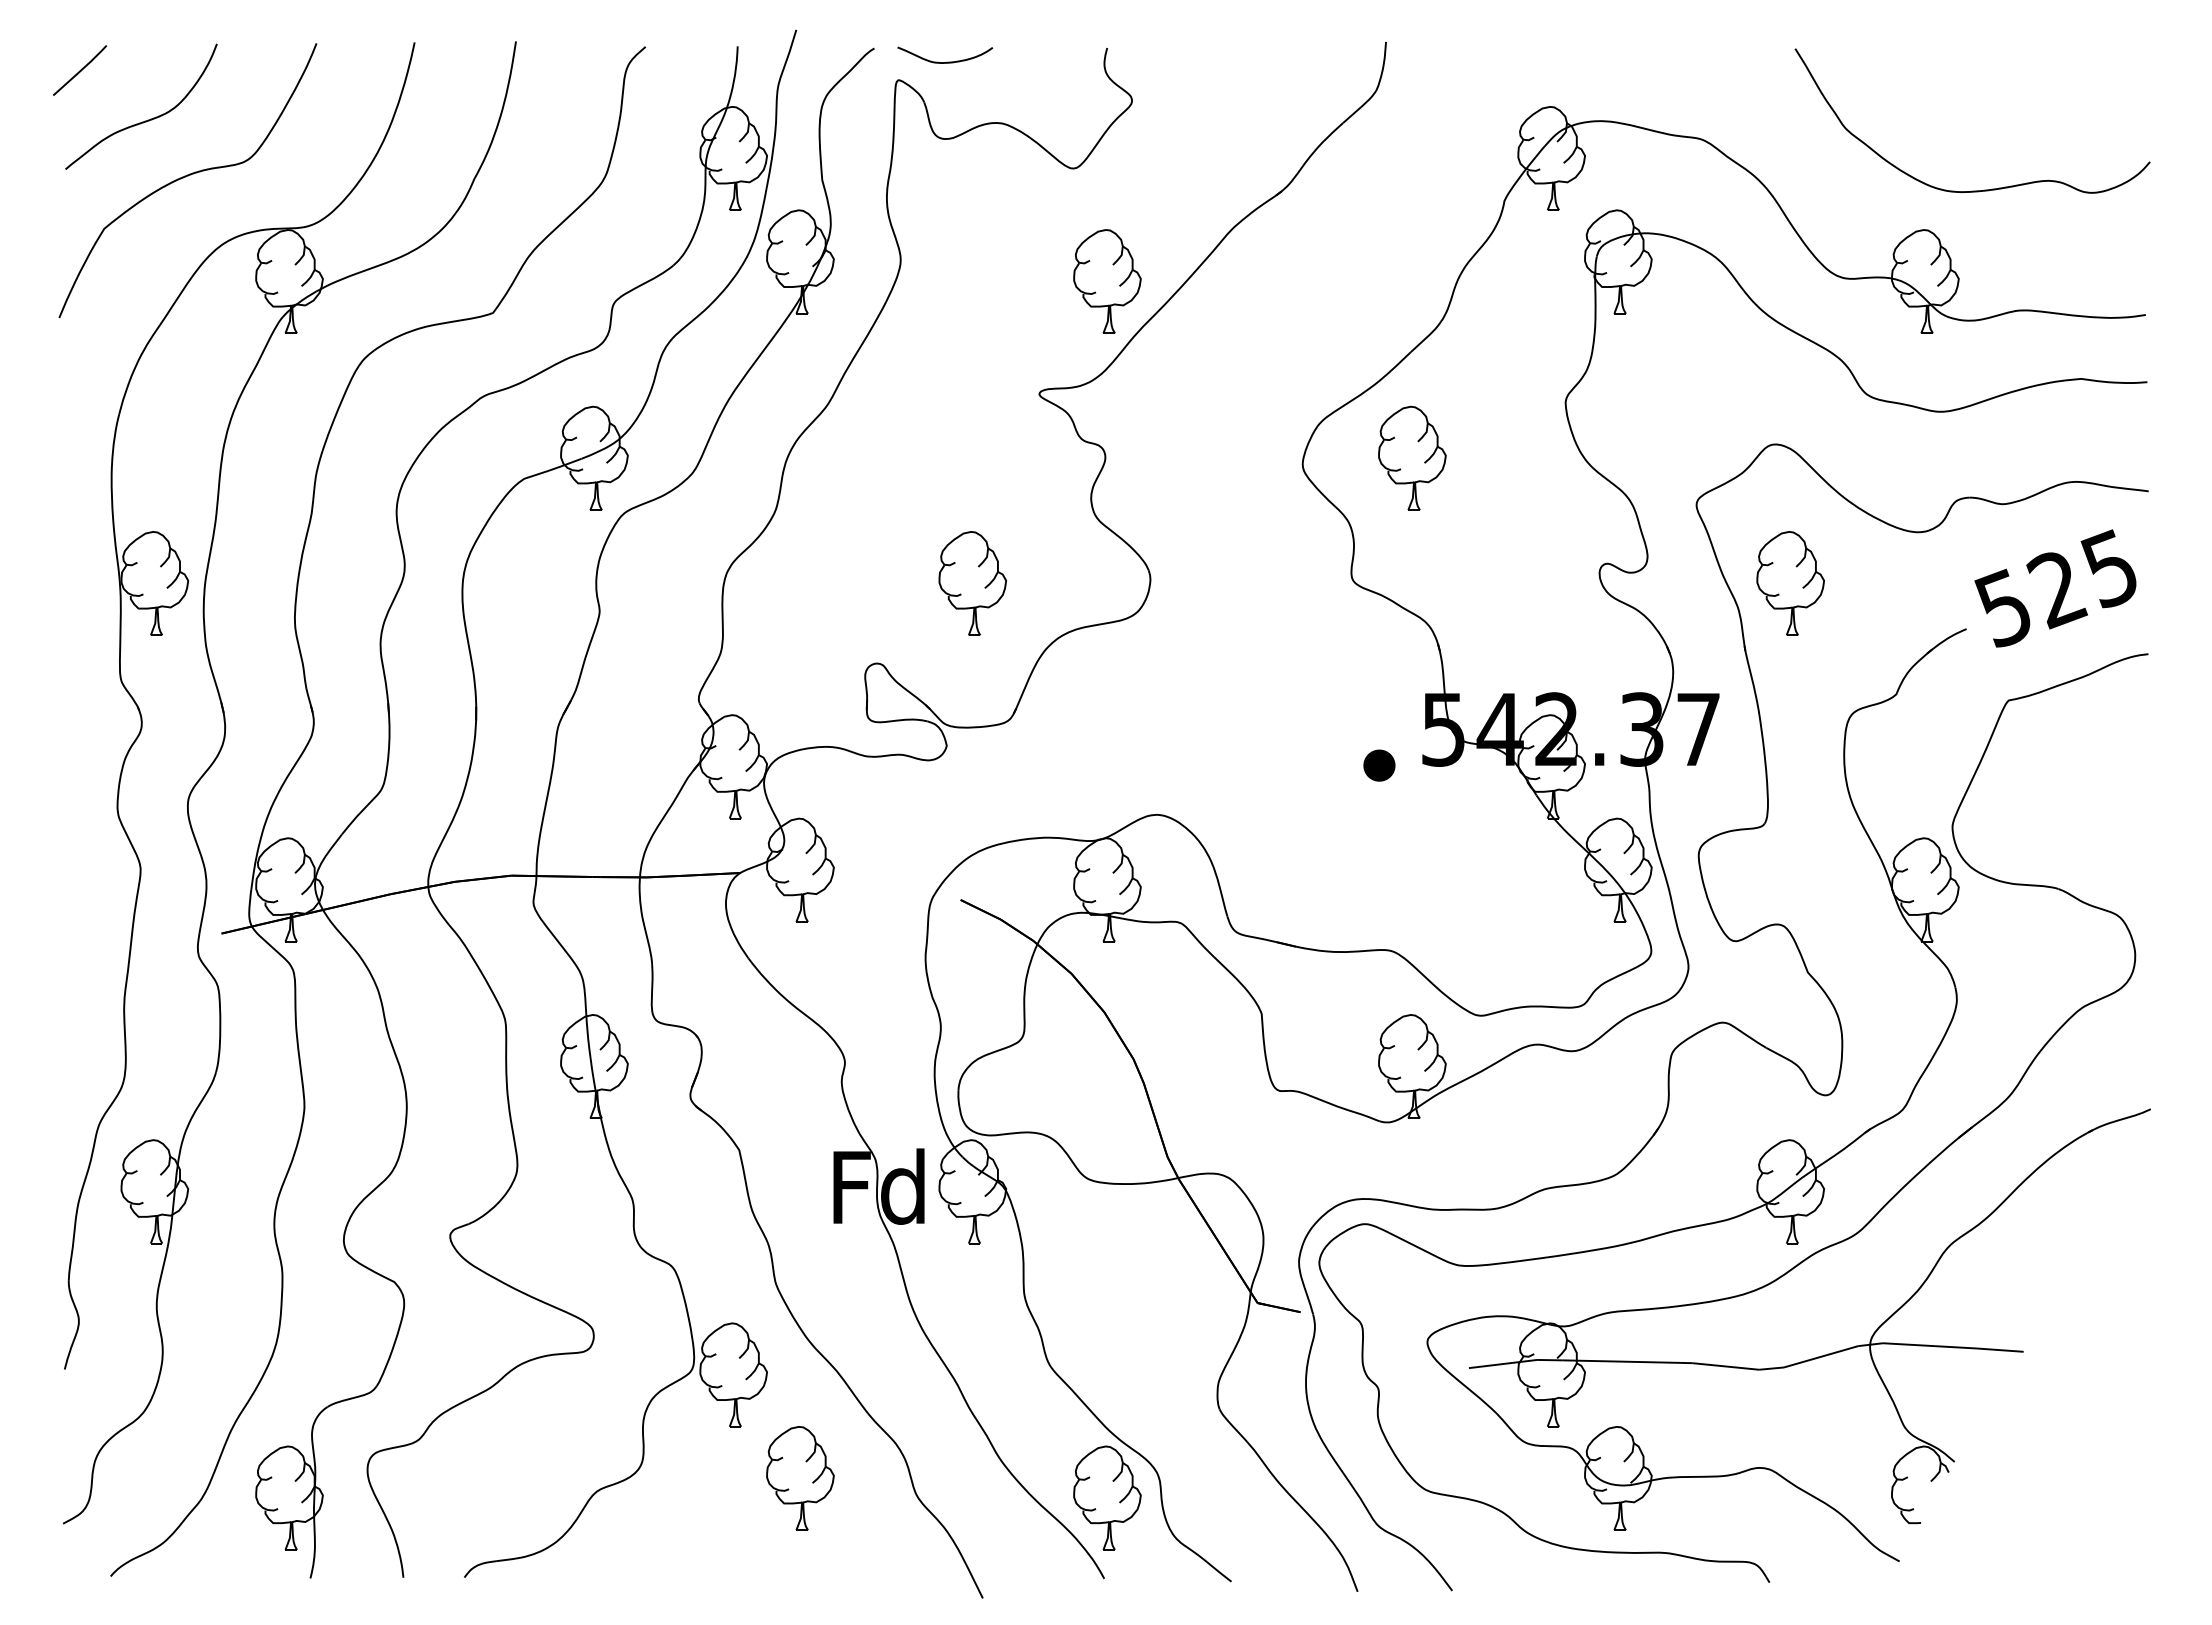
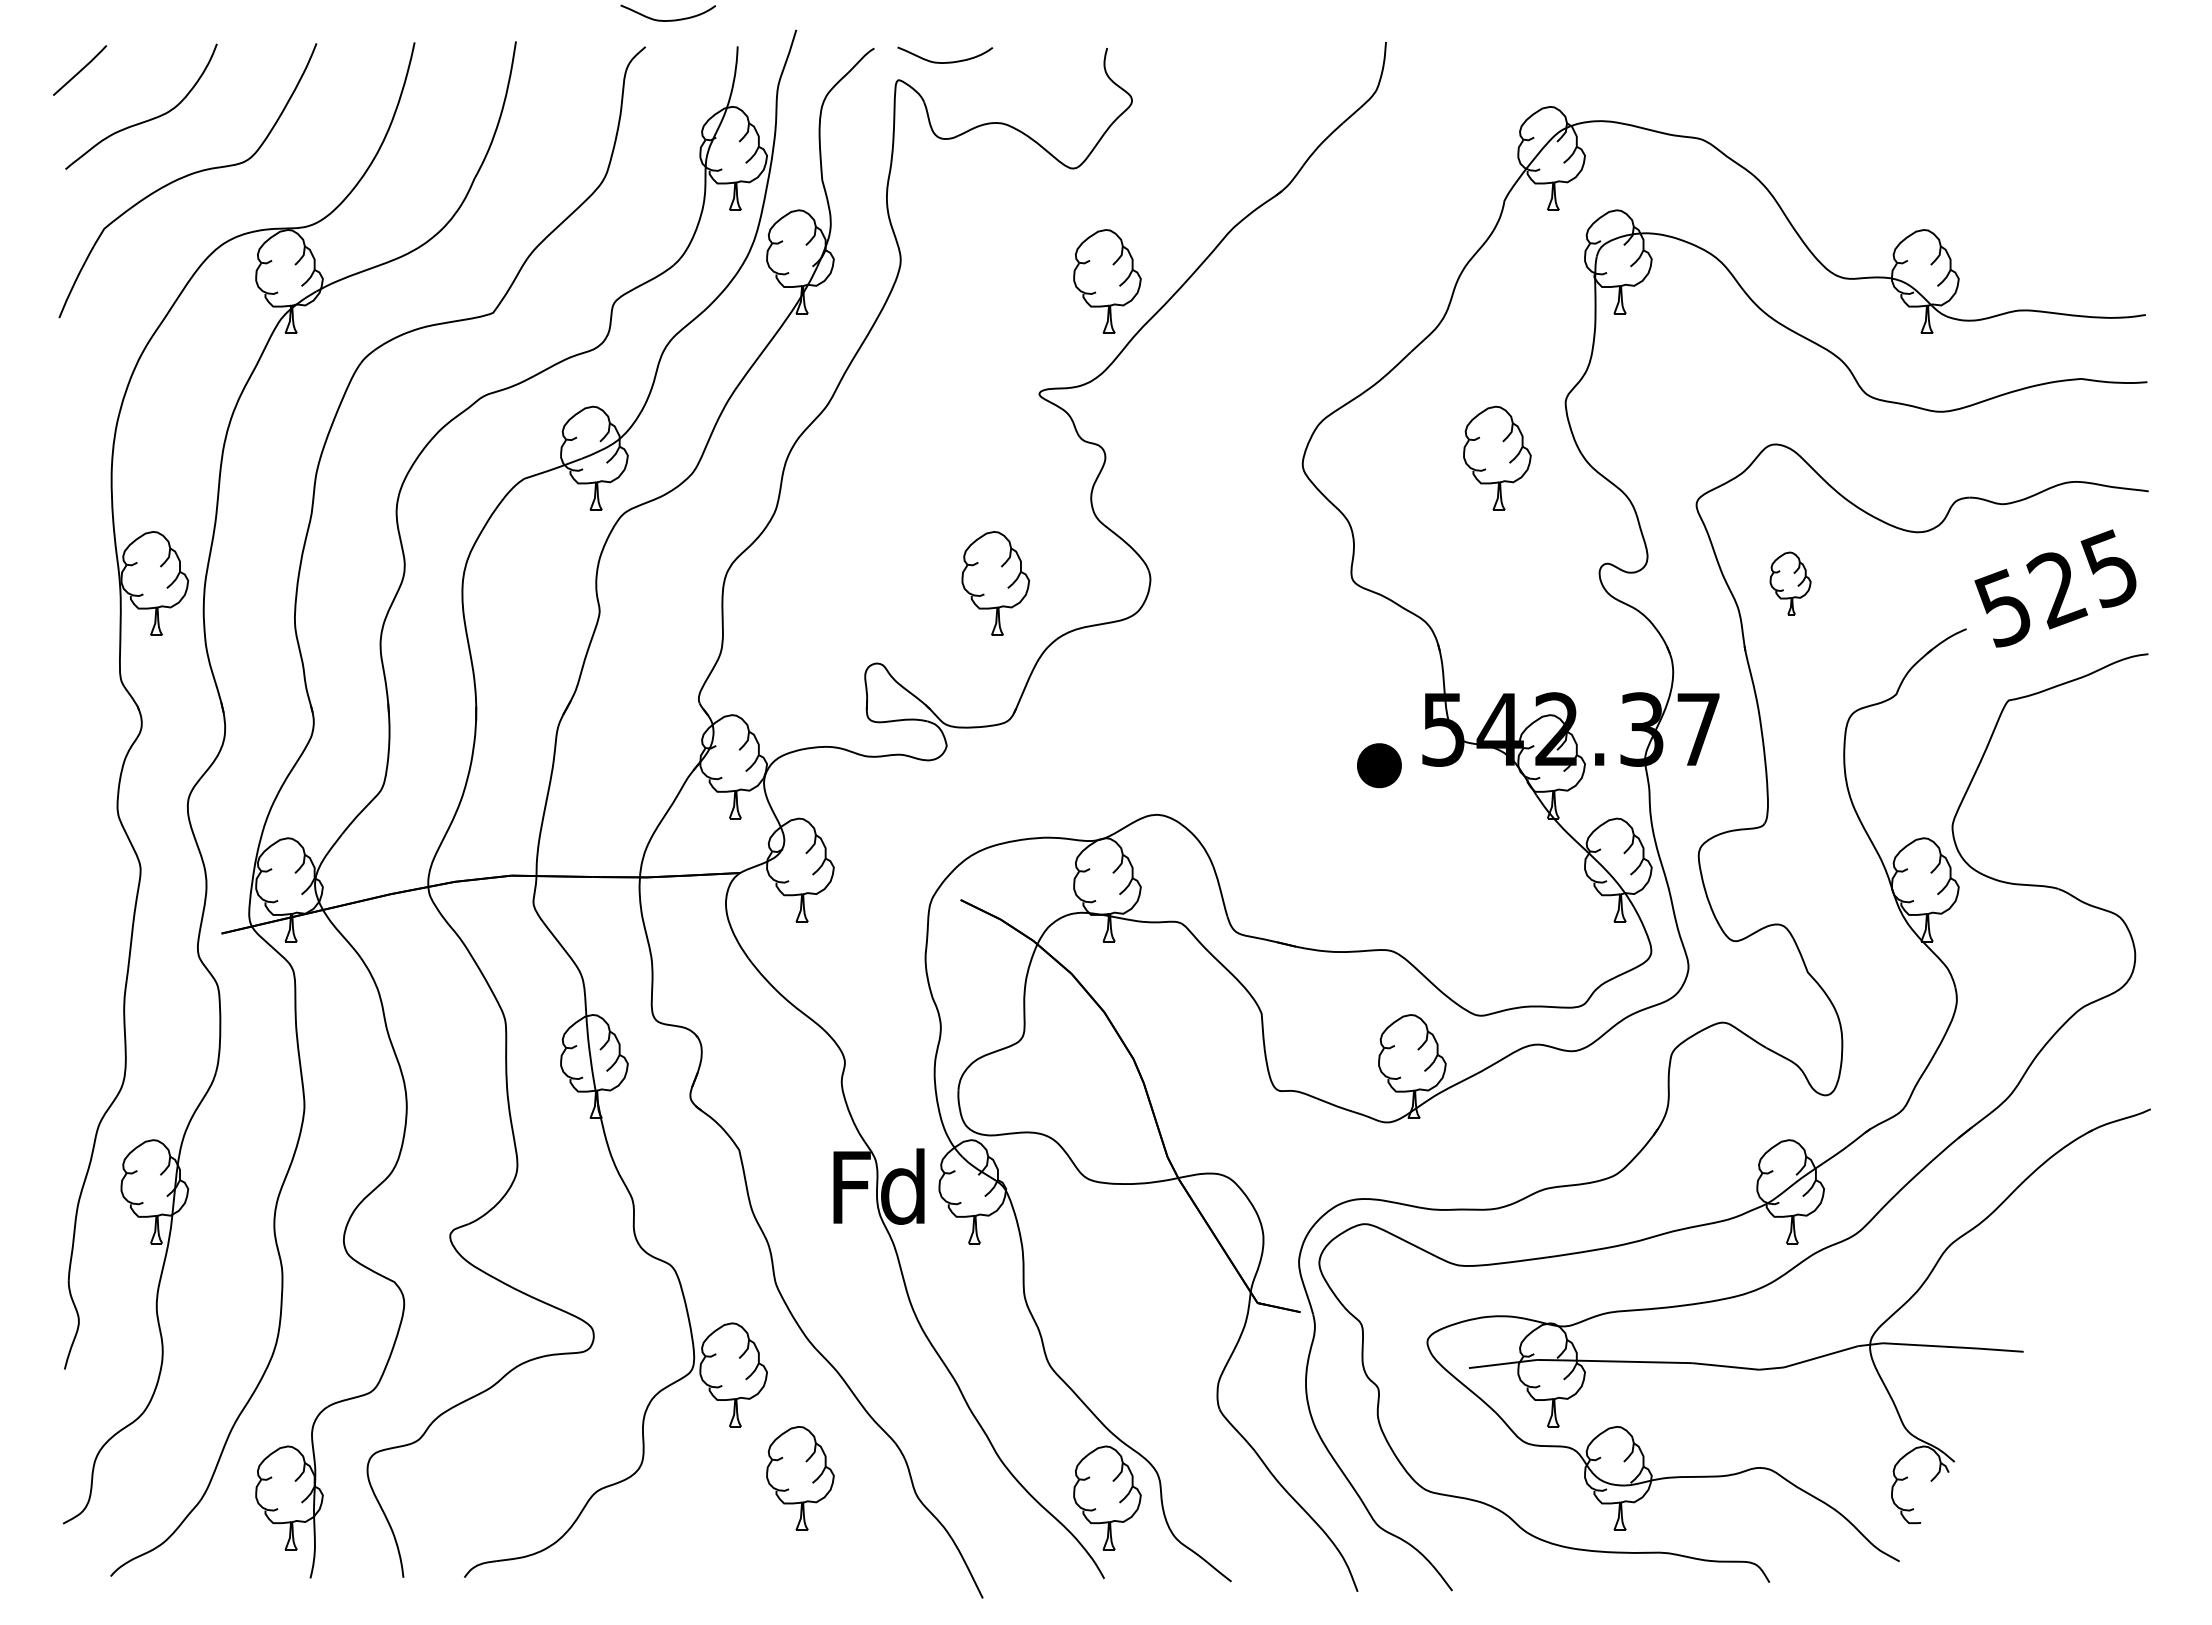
curve at (670, 19): none -> present
part at (1972, 190): present -> none
part at (1412, 457) position: (1412, 457) -> (1497, 457)
part at (972, 583) position: (972, 583) -> (995, 583)
part at (1790, 583) size: 69x105 px -> 43x65 px
part at (1379, 765) size: 33x33 px -> 45x46 px
